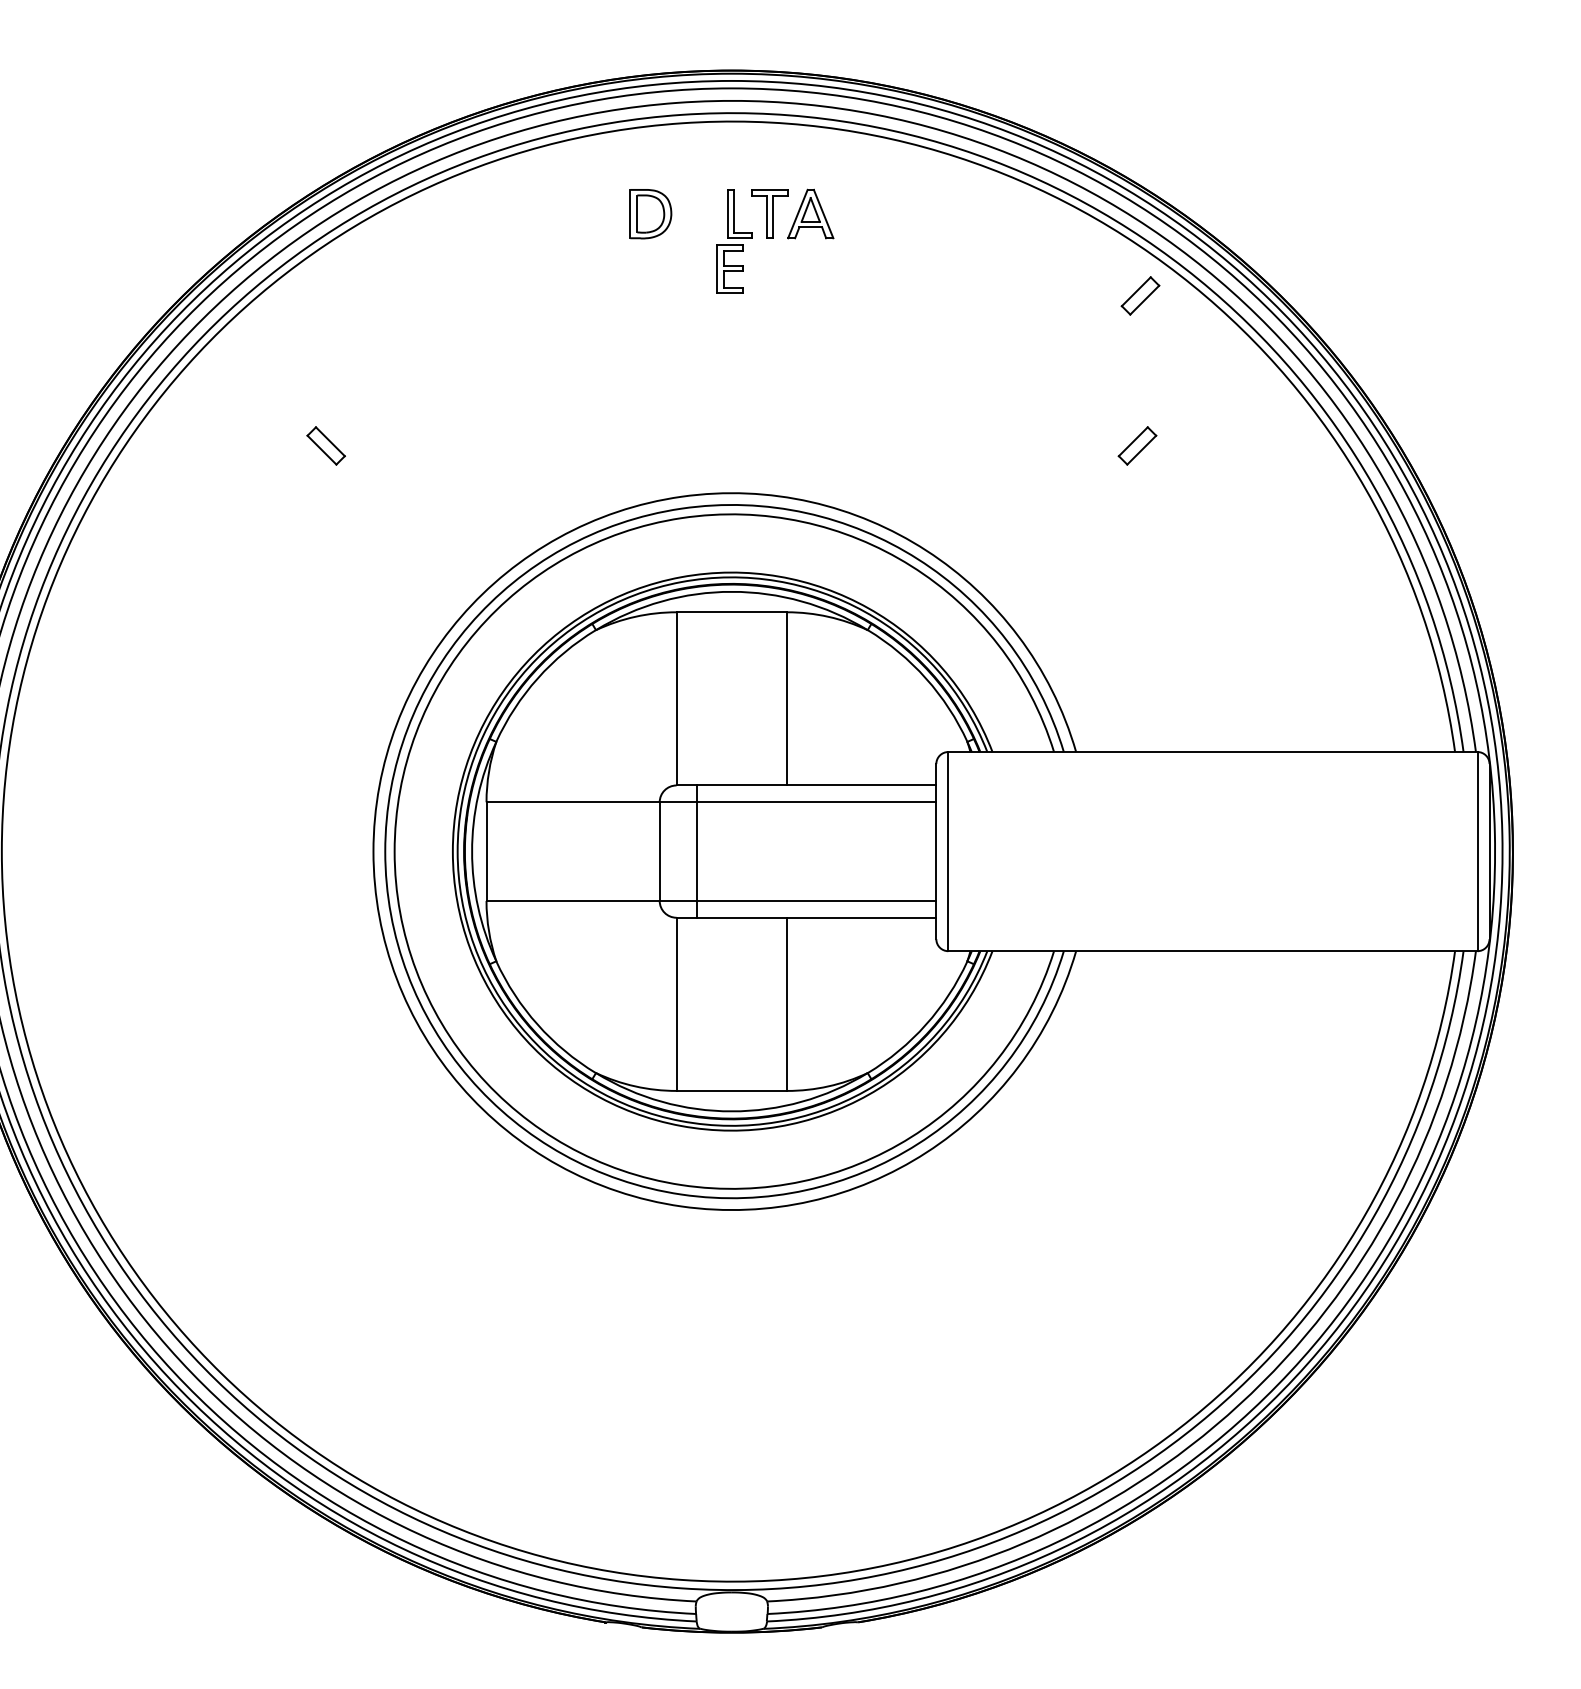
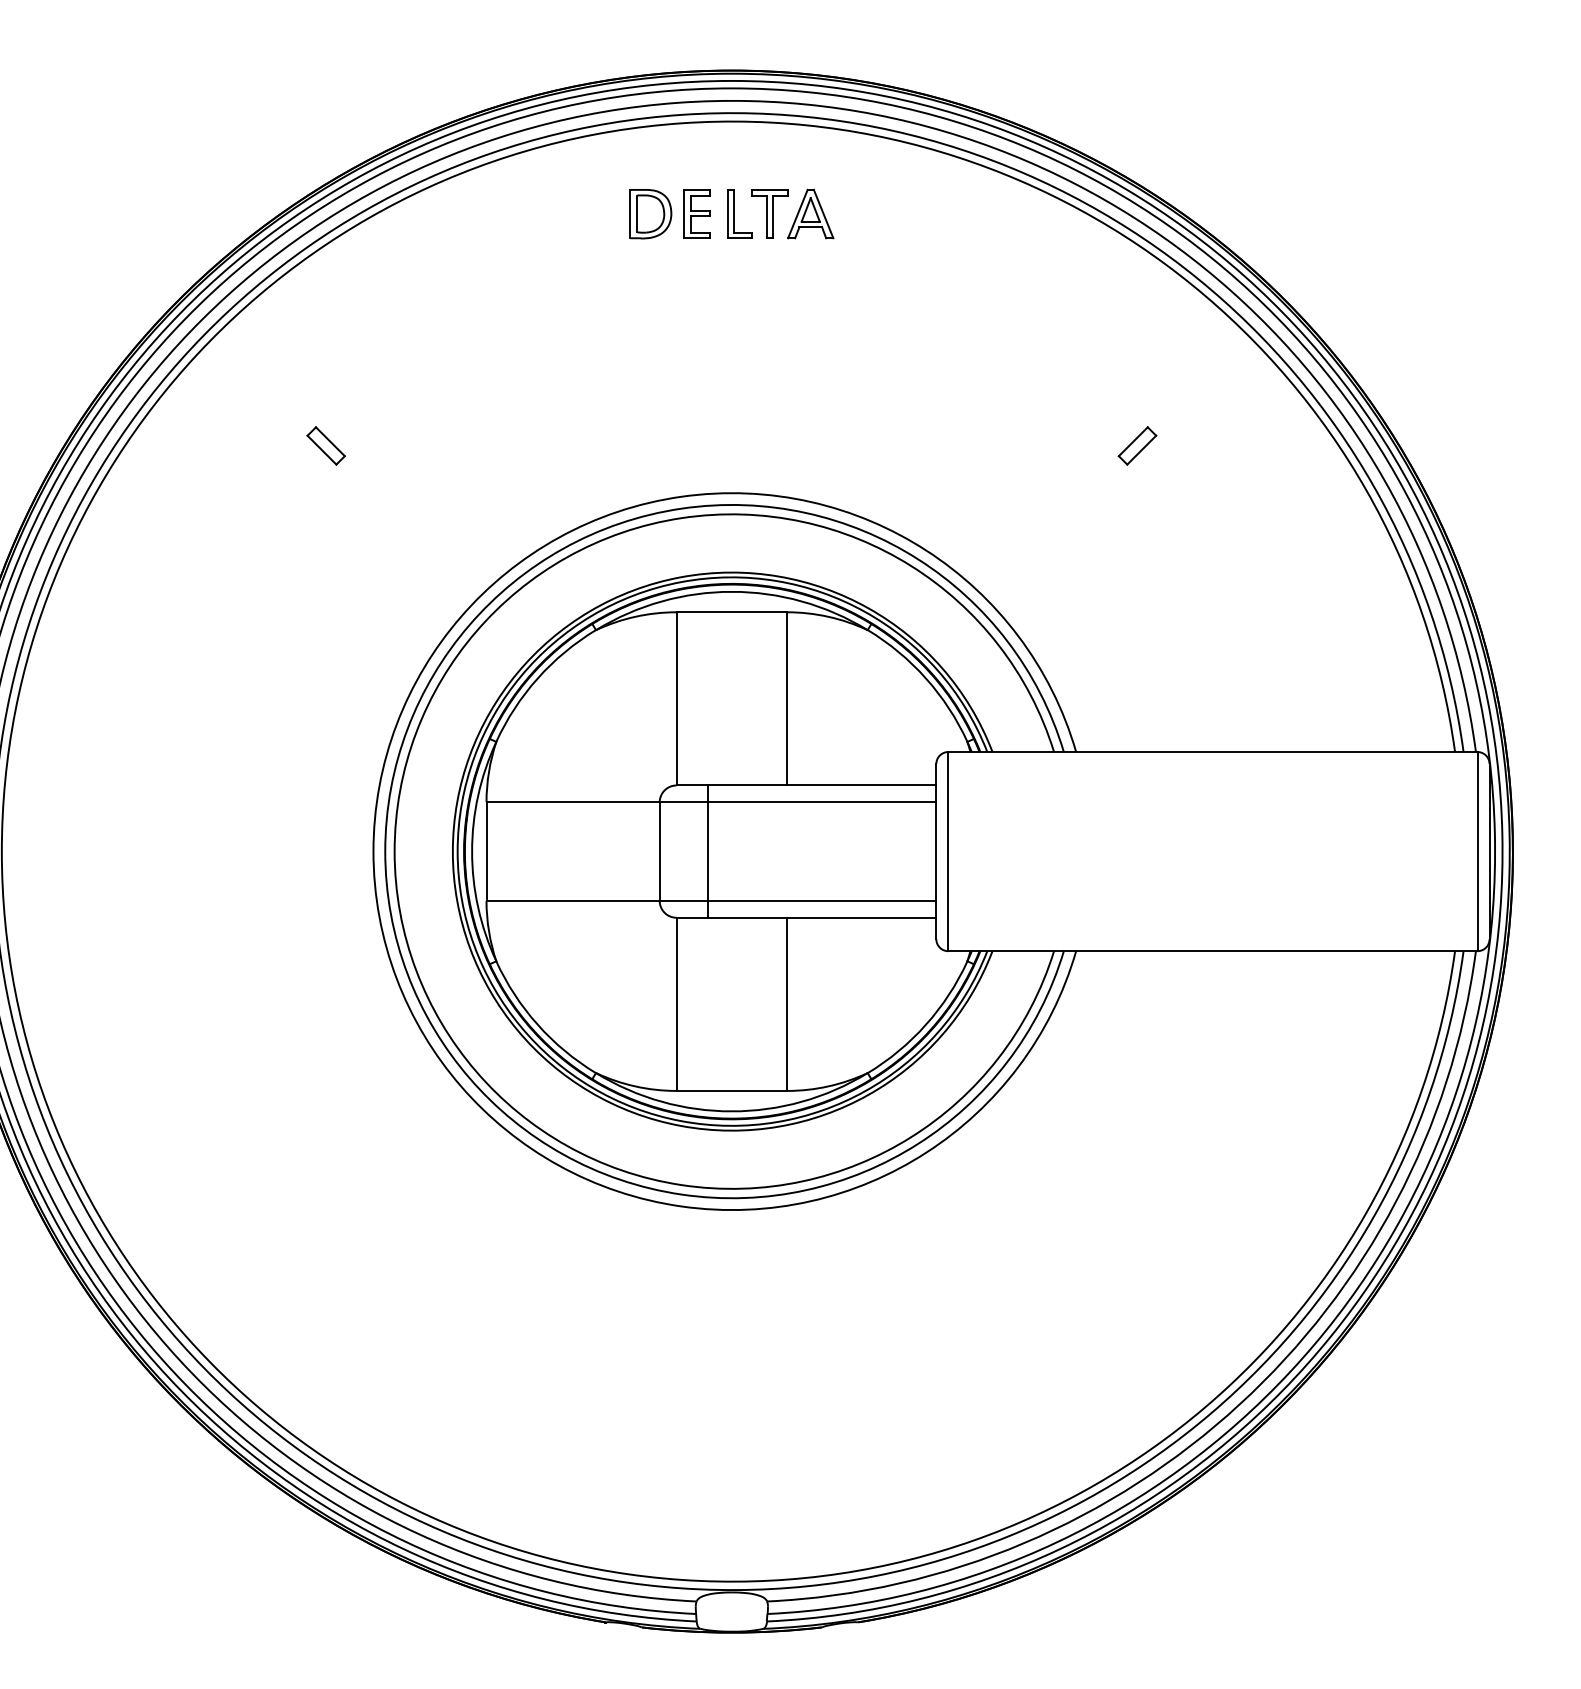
part at (729, 268) position: (729, 268) -> (696, 213)
part at (1140, 295): present -> none
line at (696, 851) position: (696, 851) -> (707, 851)
